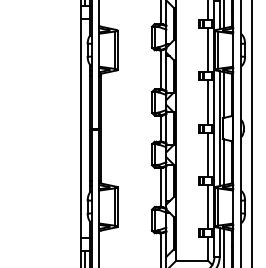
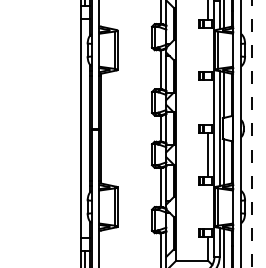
line at (207, 50): present -> none
line at (207, 102): present -> none
line at (251, 133): solid -> dashed
line at (207, 206): present -> none
